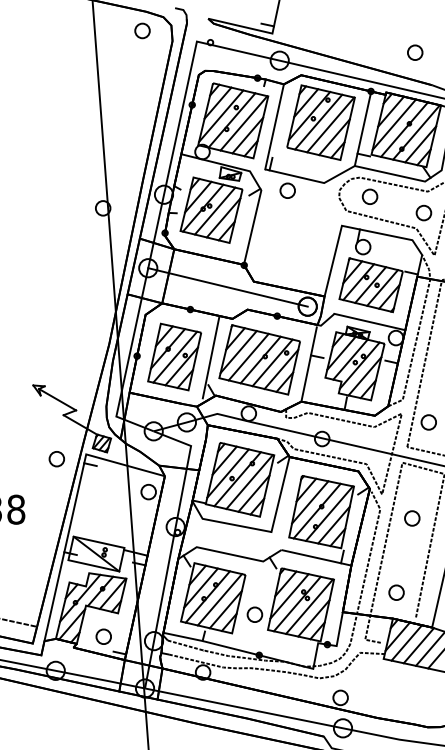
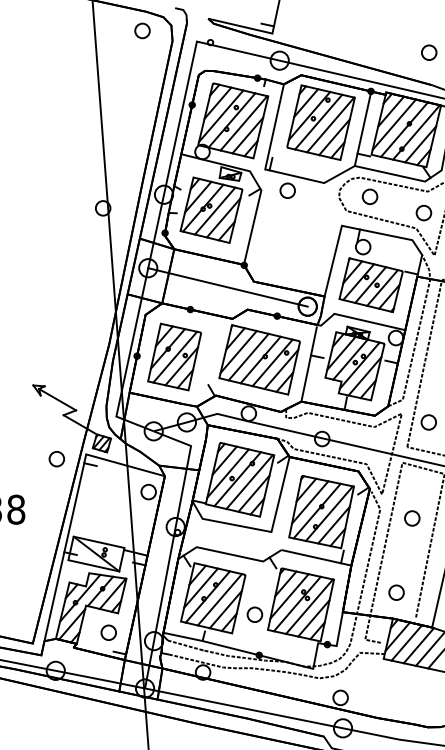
part at (415, 52) position: (415, 52) -> (429, 52)
line at (210, 357): present -> none
line at (19, 622): present -> none
part at (103, 636) position: (103, 636) -> (108, 632)
